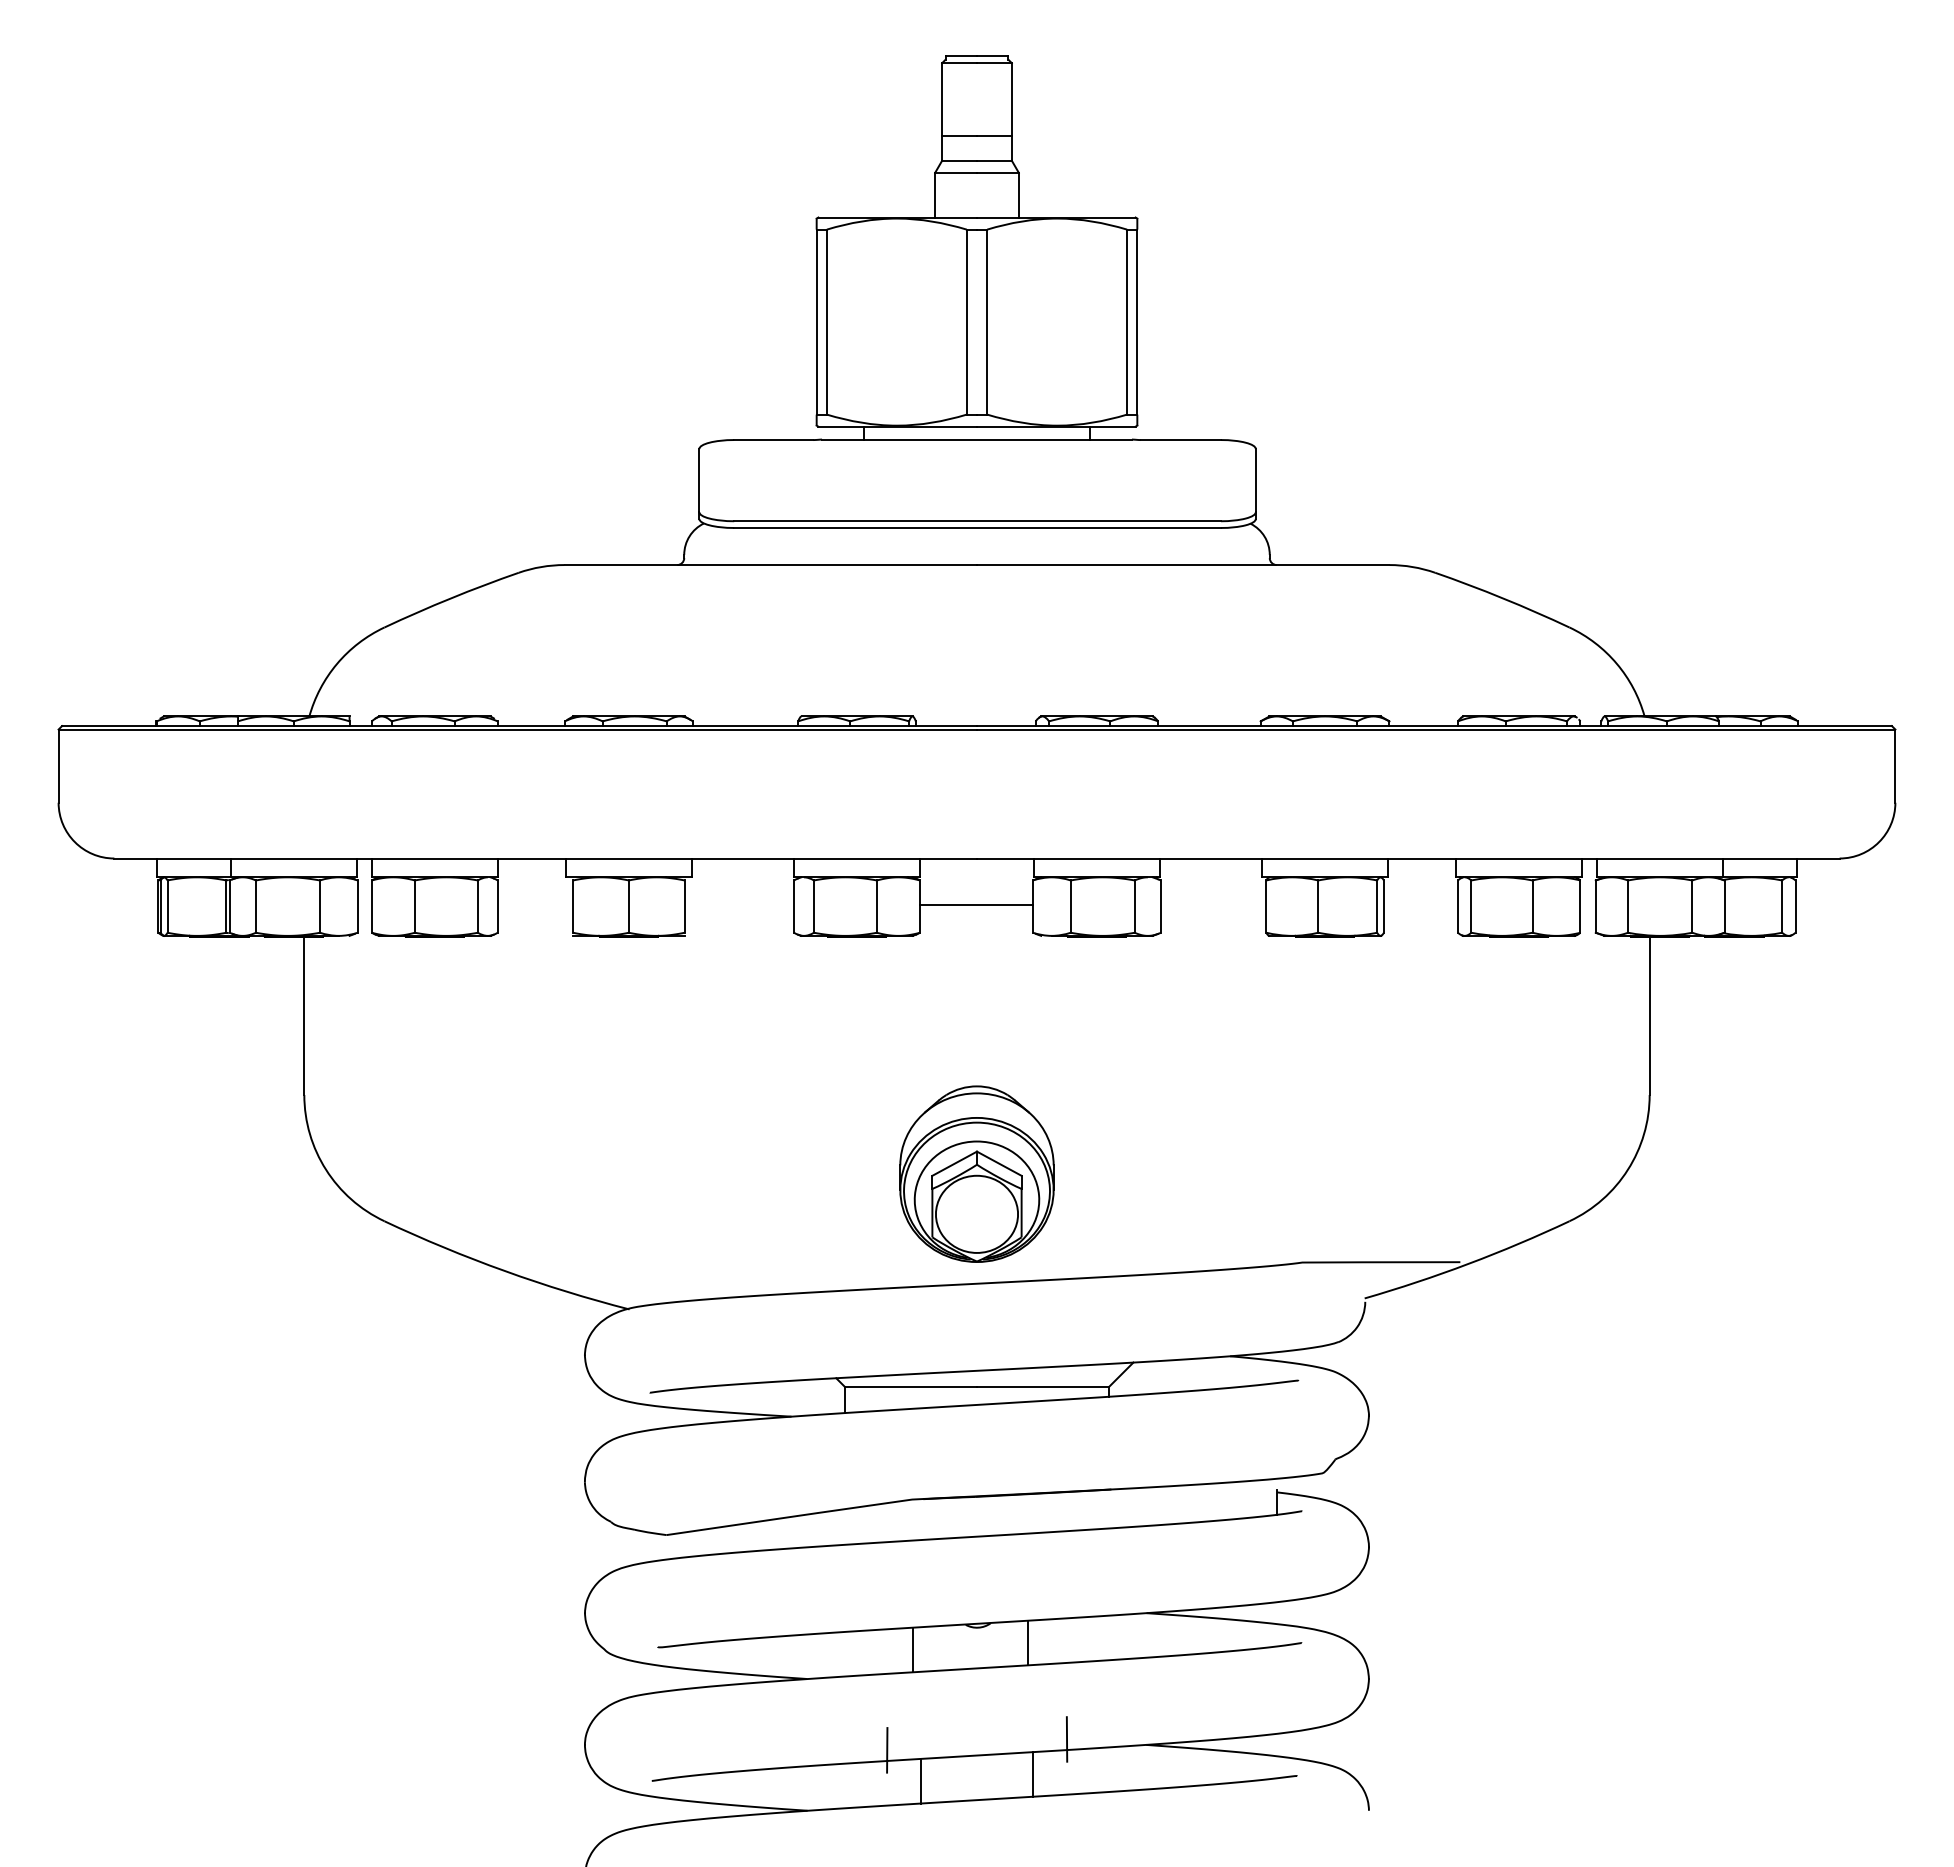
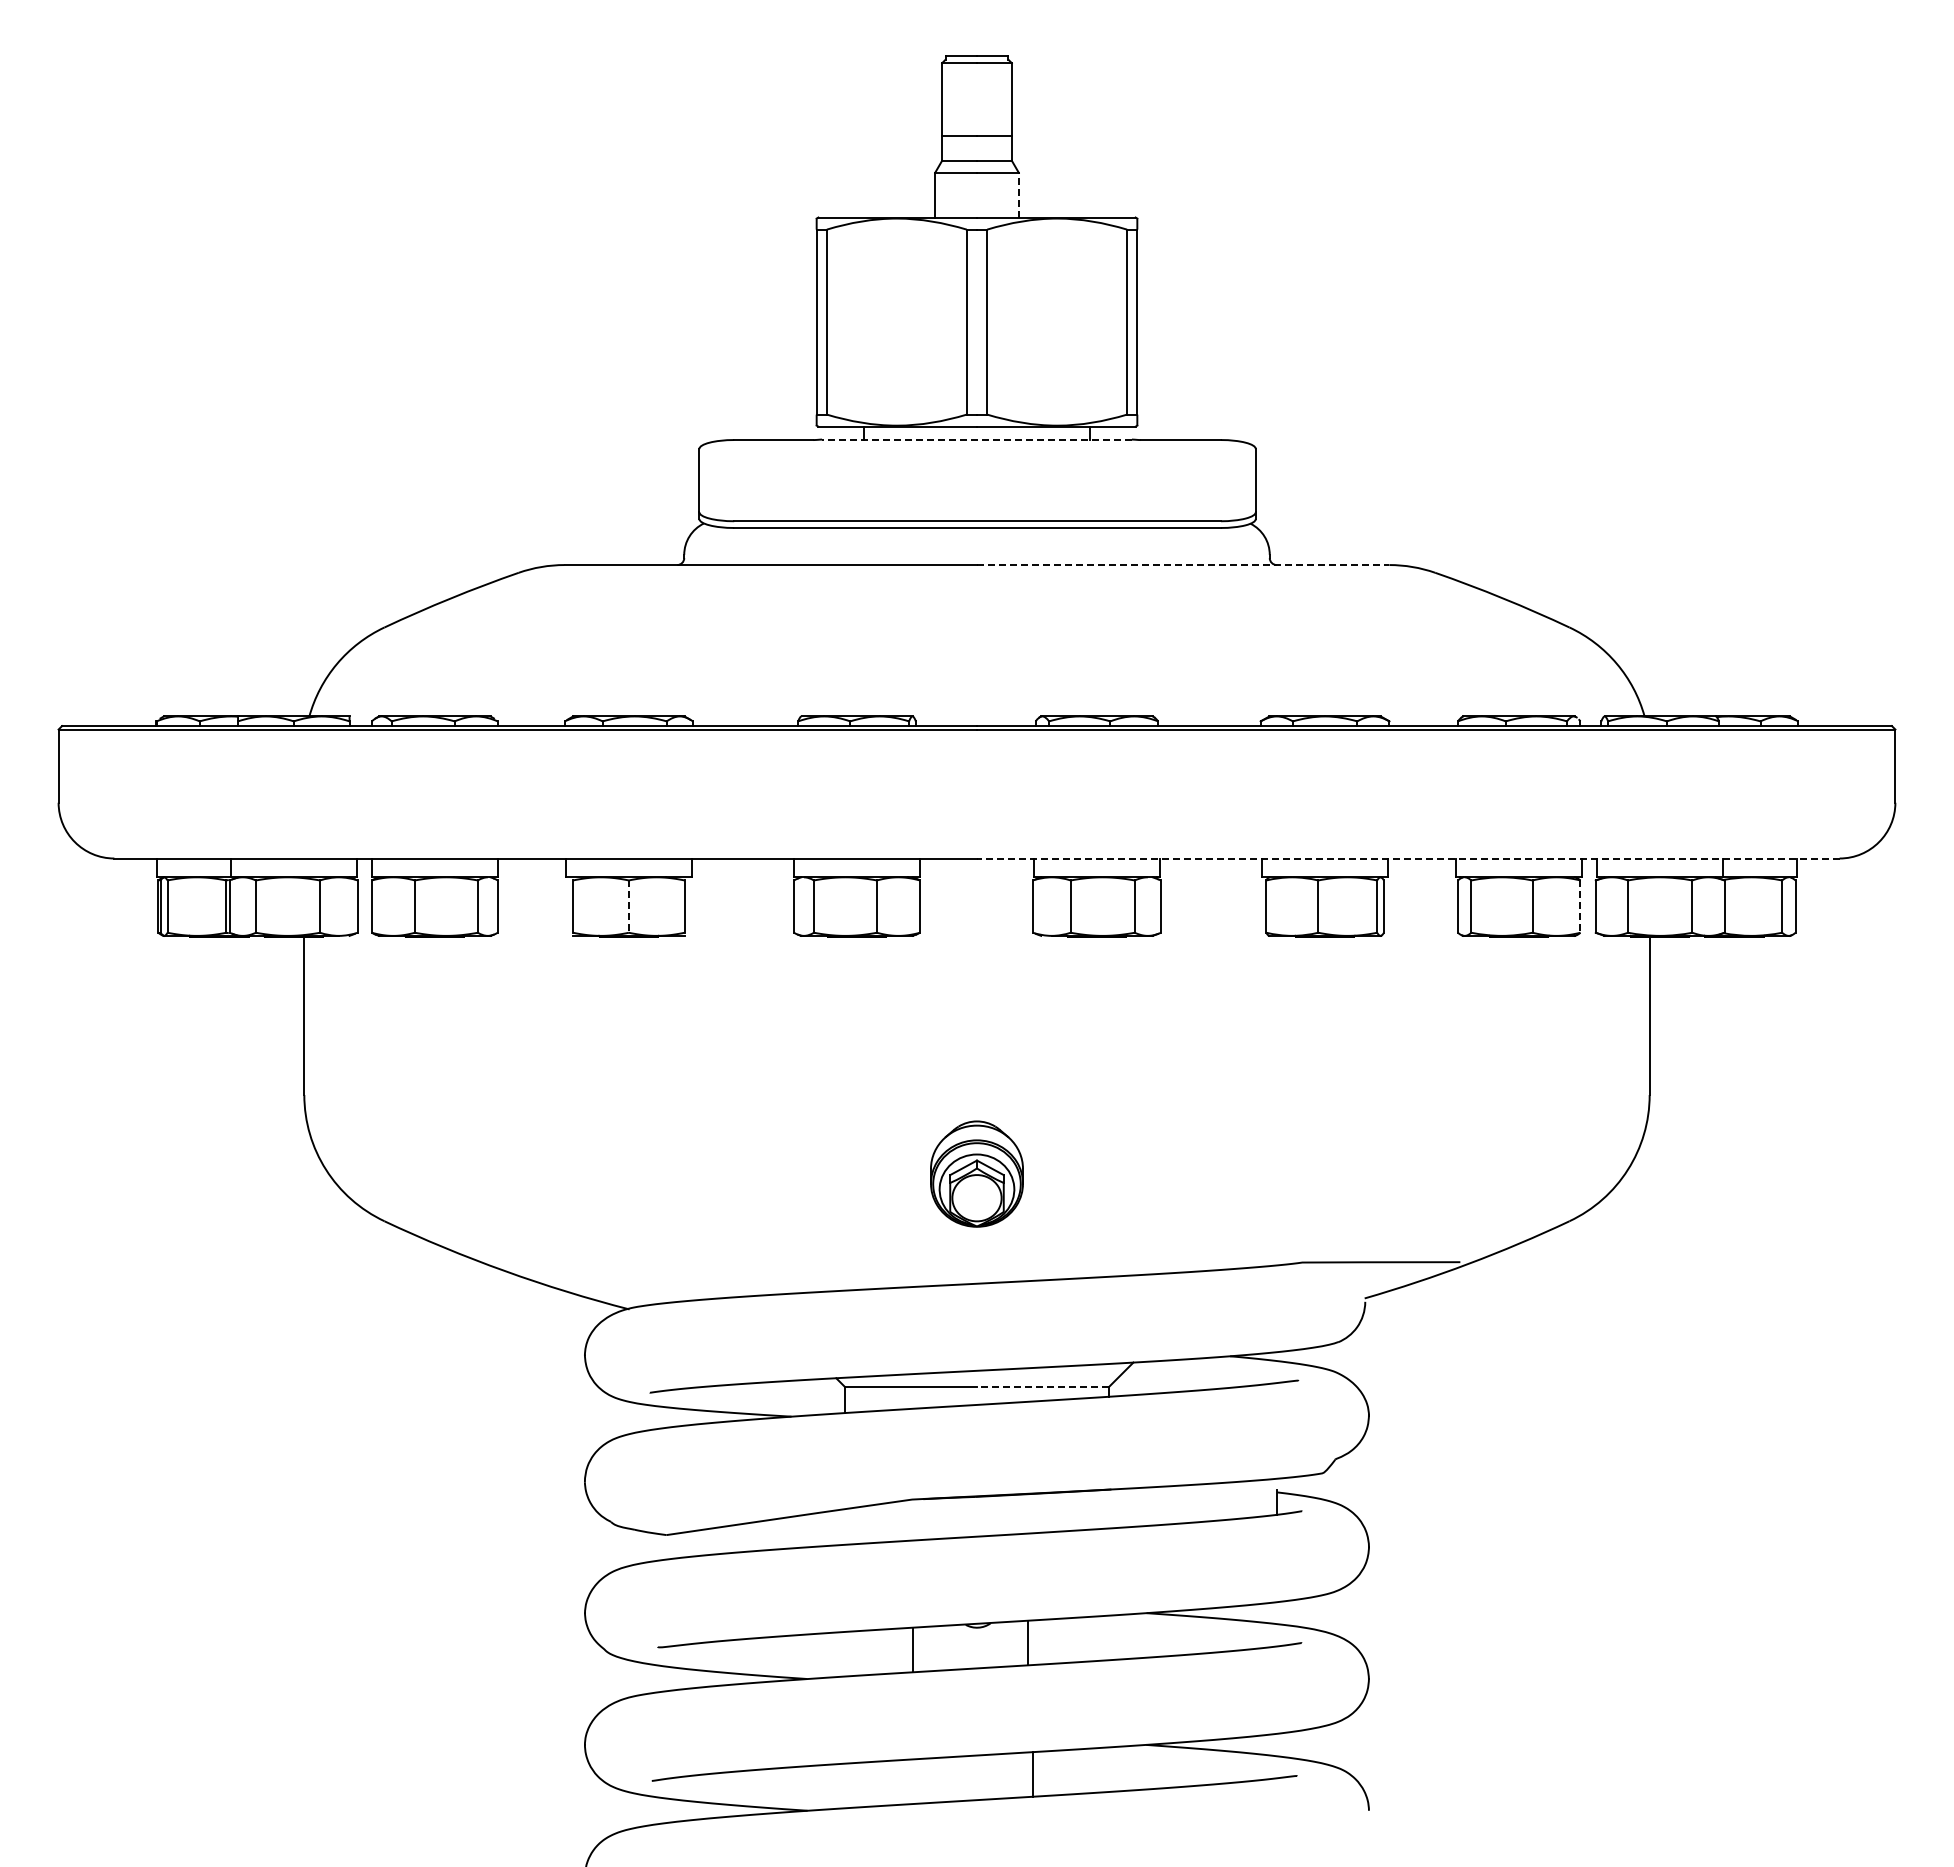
line at (1018, 194): solid -> dashed
line at (977, 439): solid -> dashed
line at (1183, 565): solid -> dashed
line at (1407, 858): solid -> dashed
line at (976, 904): present -> none
line at (628, 907): solid -> dashed
line at (1580, 907): solid -> dashed
part at (976, 1173) size: 156x178 px -> 94x108 px
line at (1042, 1386): solid -> dashed
line at (1066, 1739): present -> none
line at (887, 1750): present -> none
line at (921, 1780): present -> none
